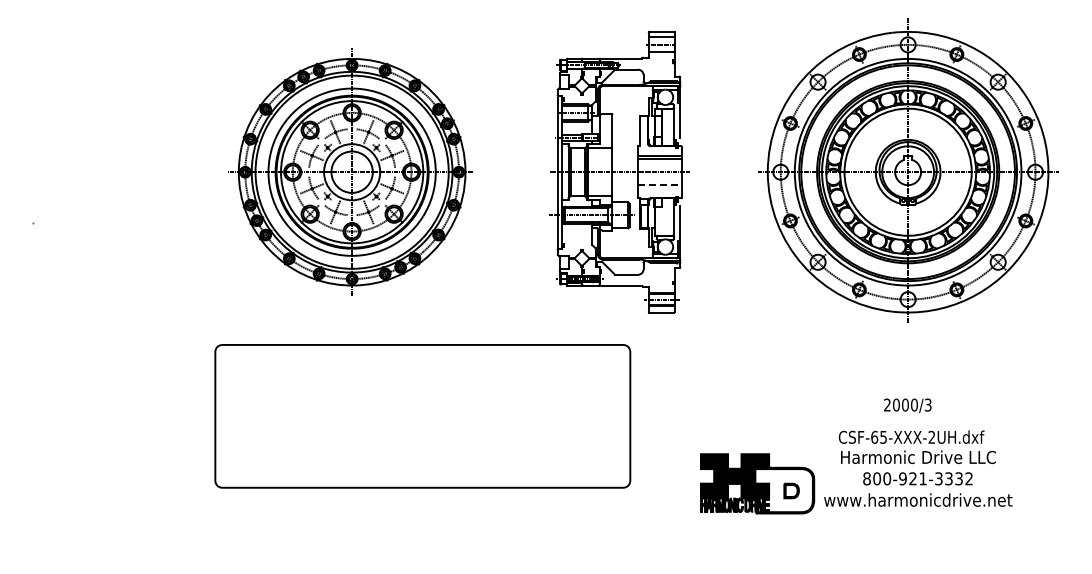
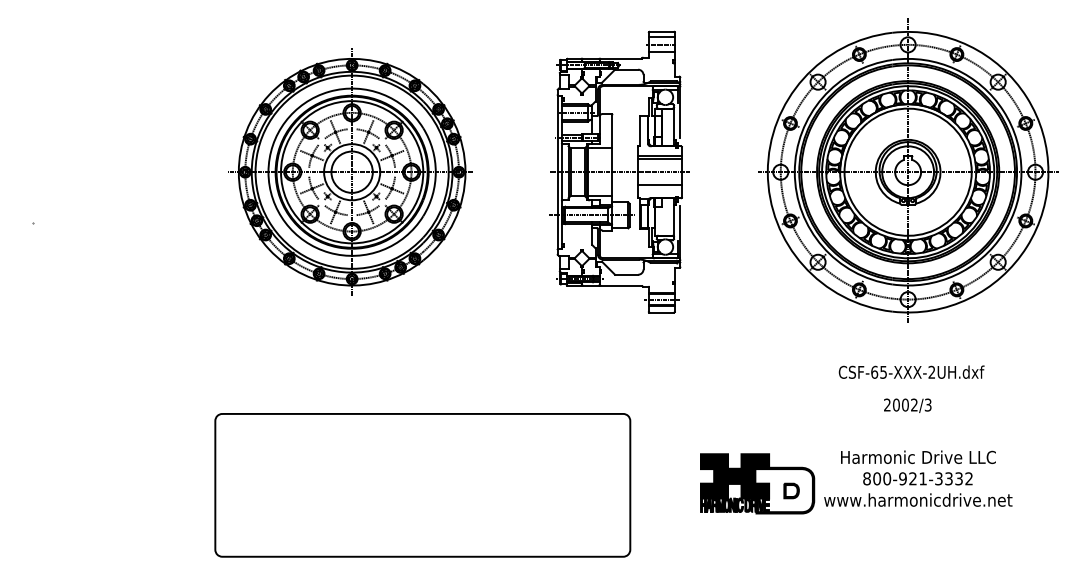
line at (660, 185): dashed -> solid
text at (914, 404): 2000/3 -> 2002/3
part at (422, 416) position: (422, 416) -> (422, 485)
text at (911, 436) position: (911, 436) -> (911, 371)
